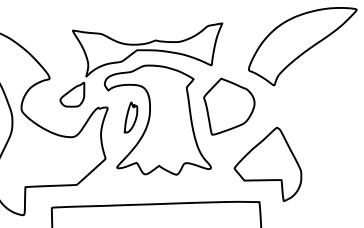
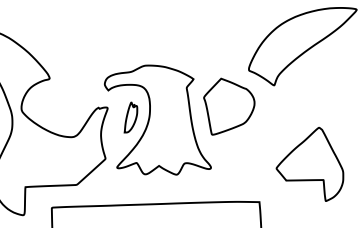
part at (133, 54): present -> none
part at (267, 163) position: (267, 163) -> (309, 163)
